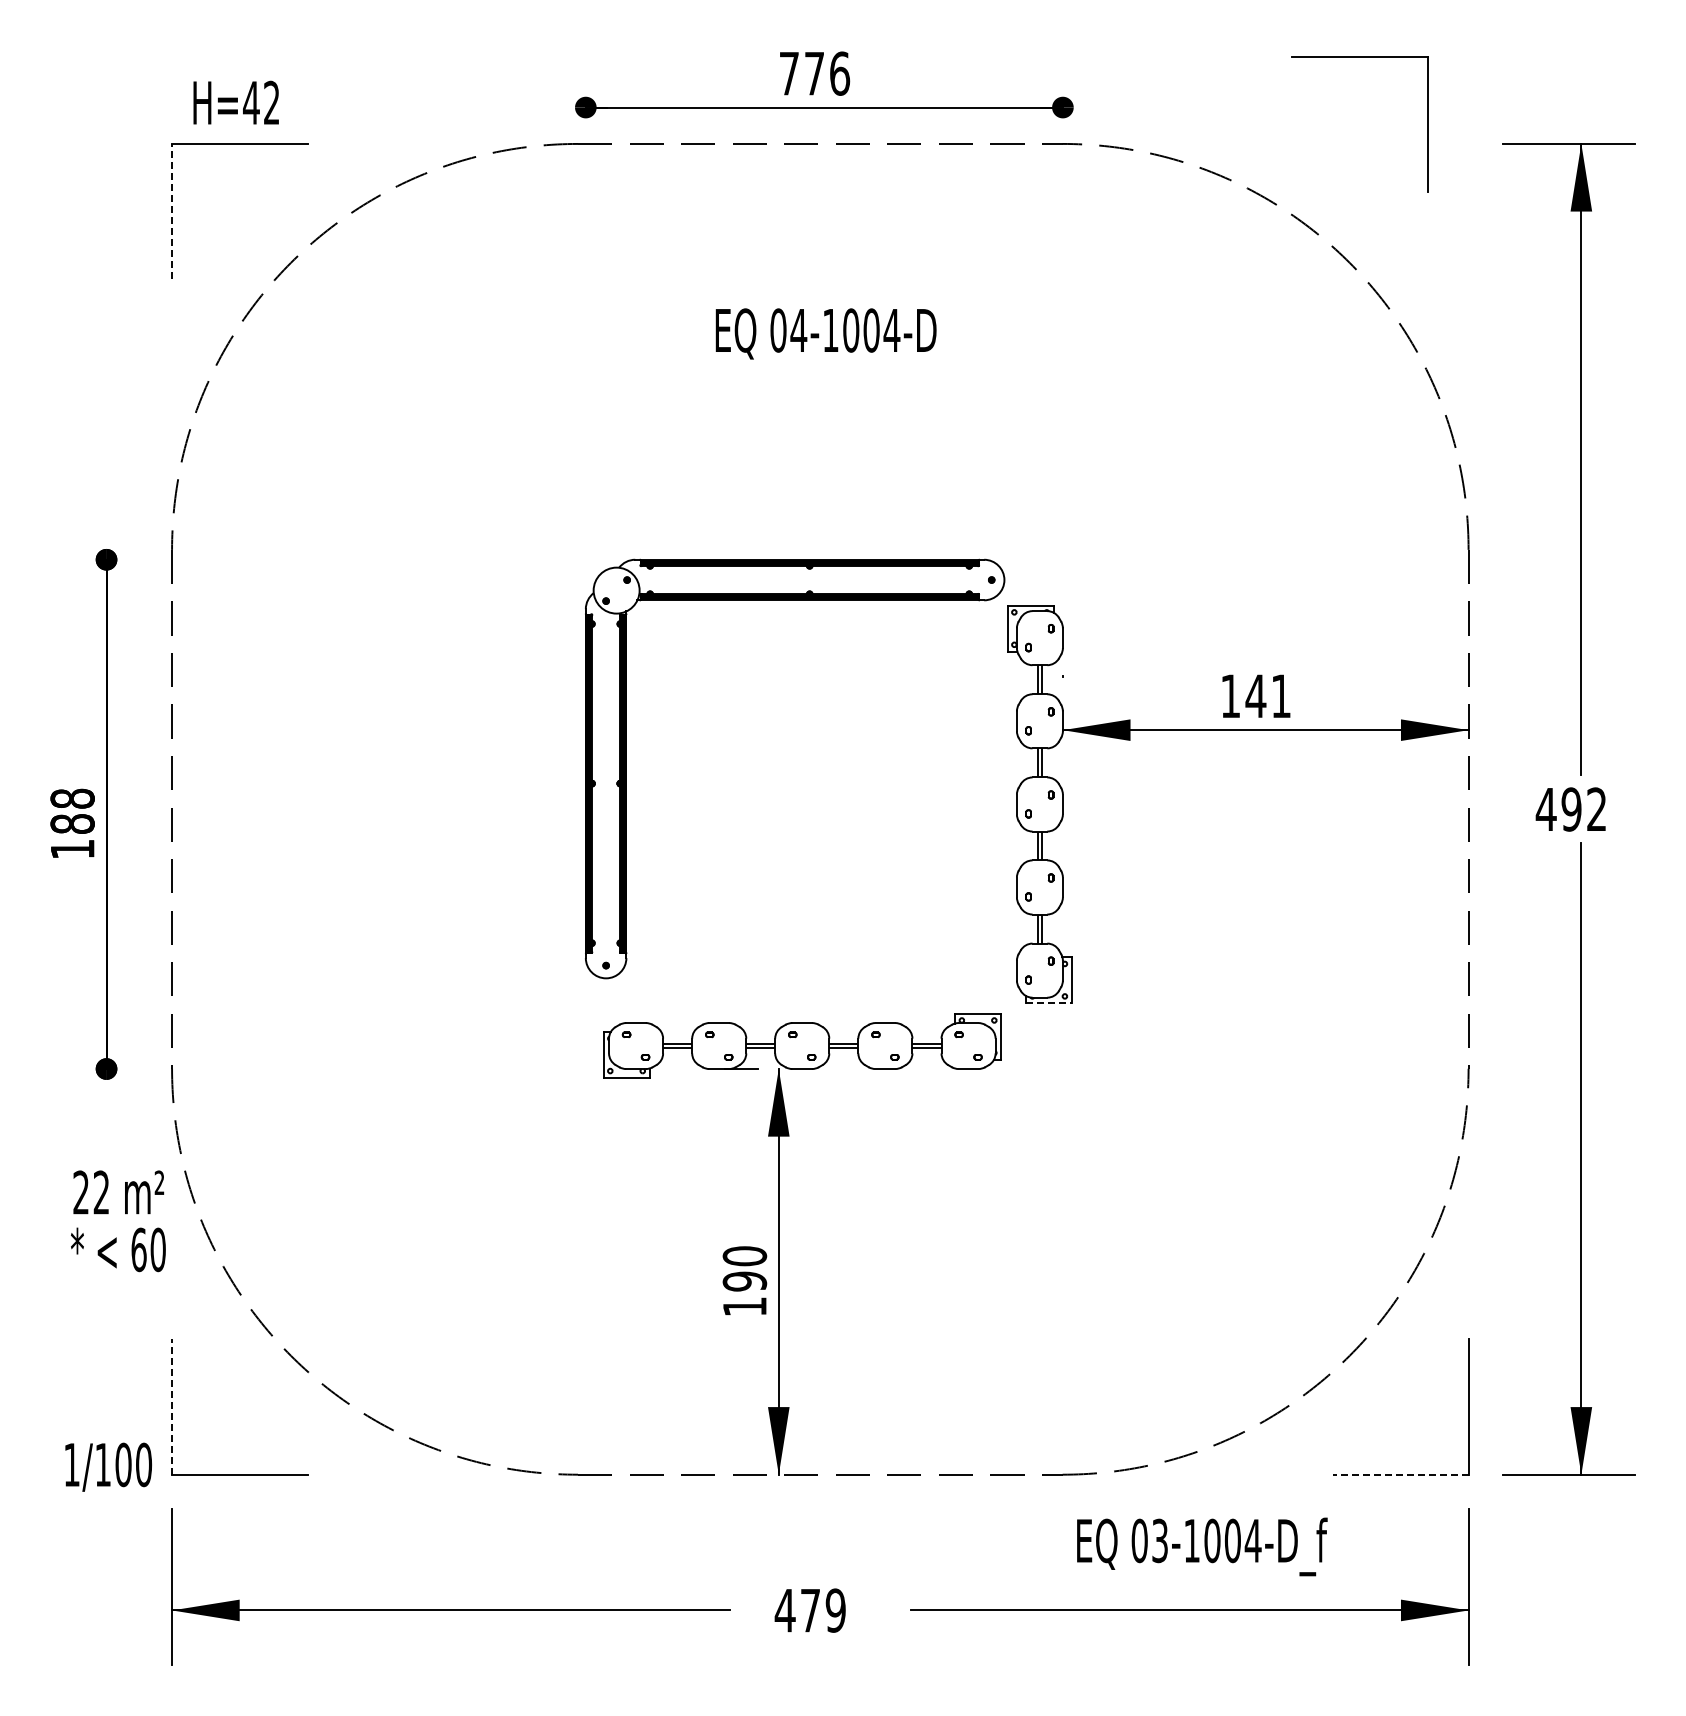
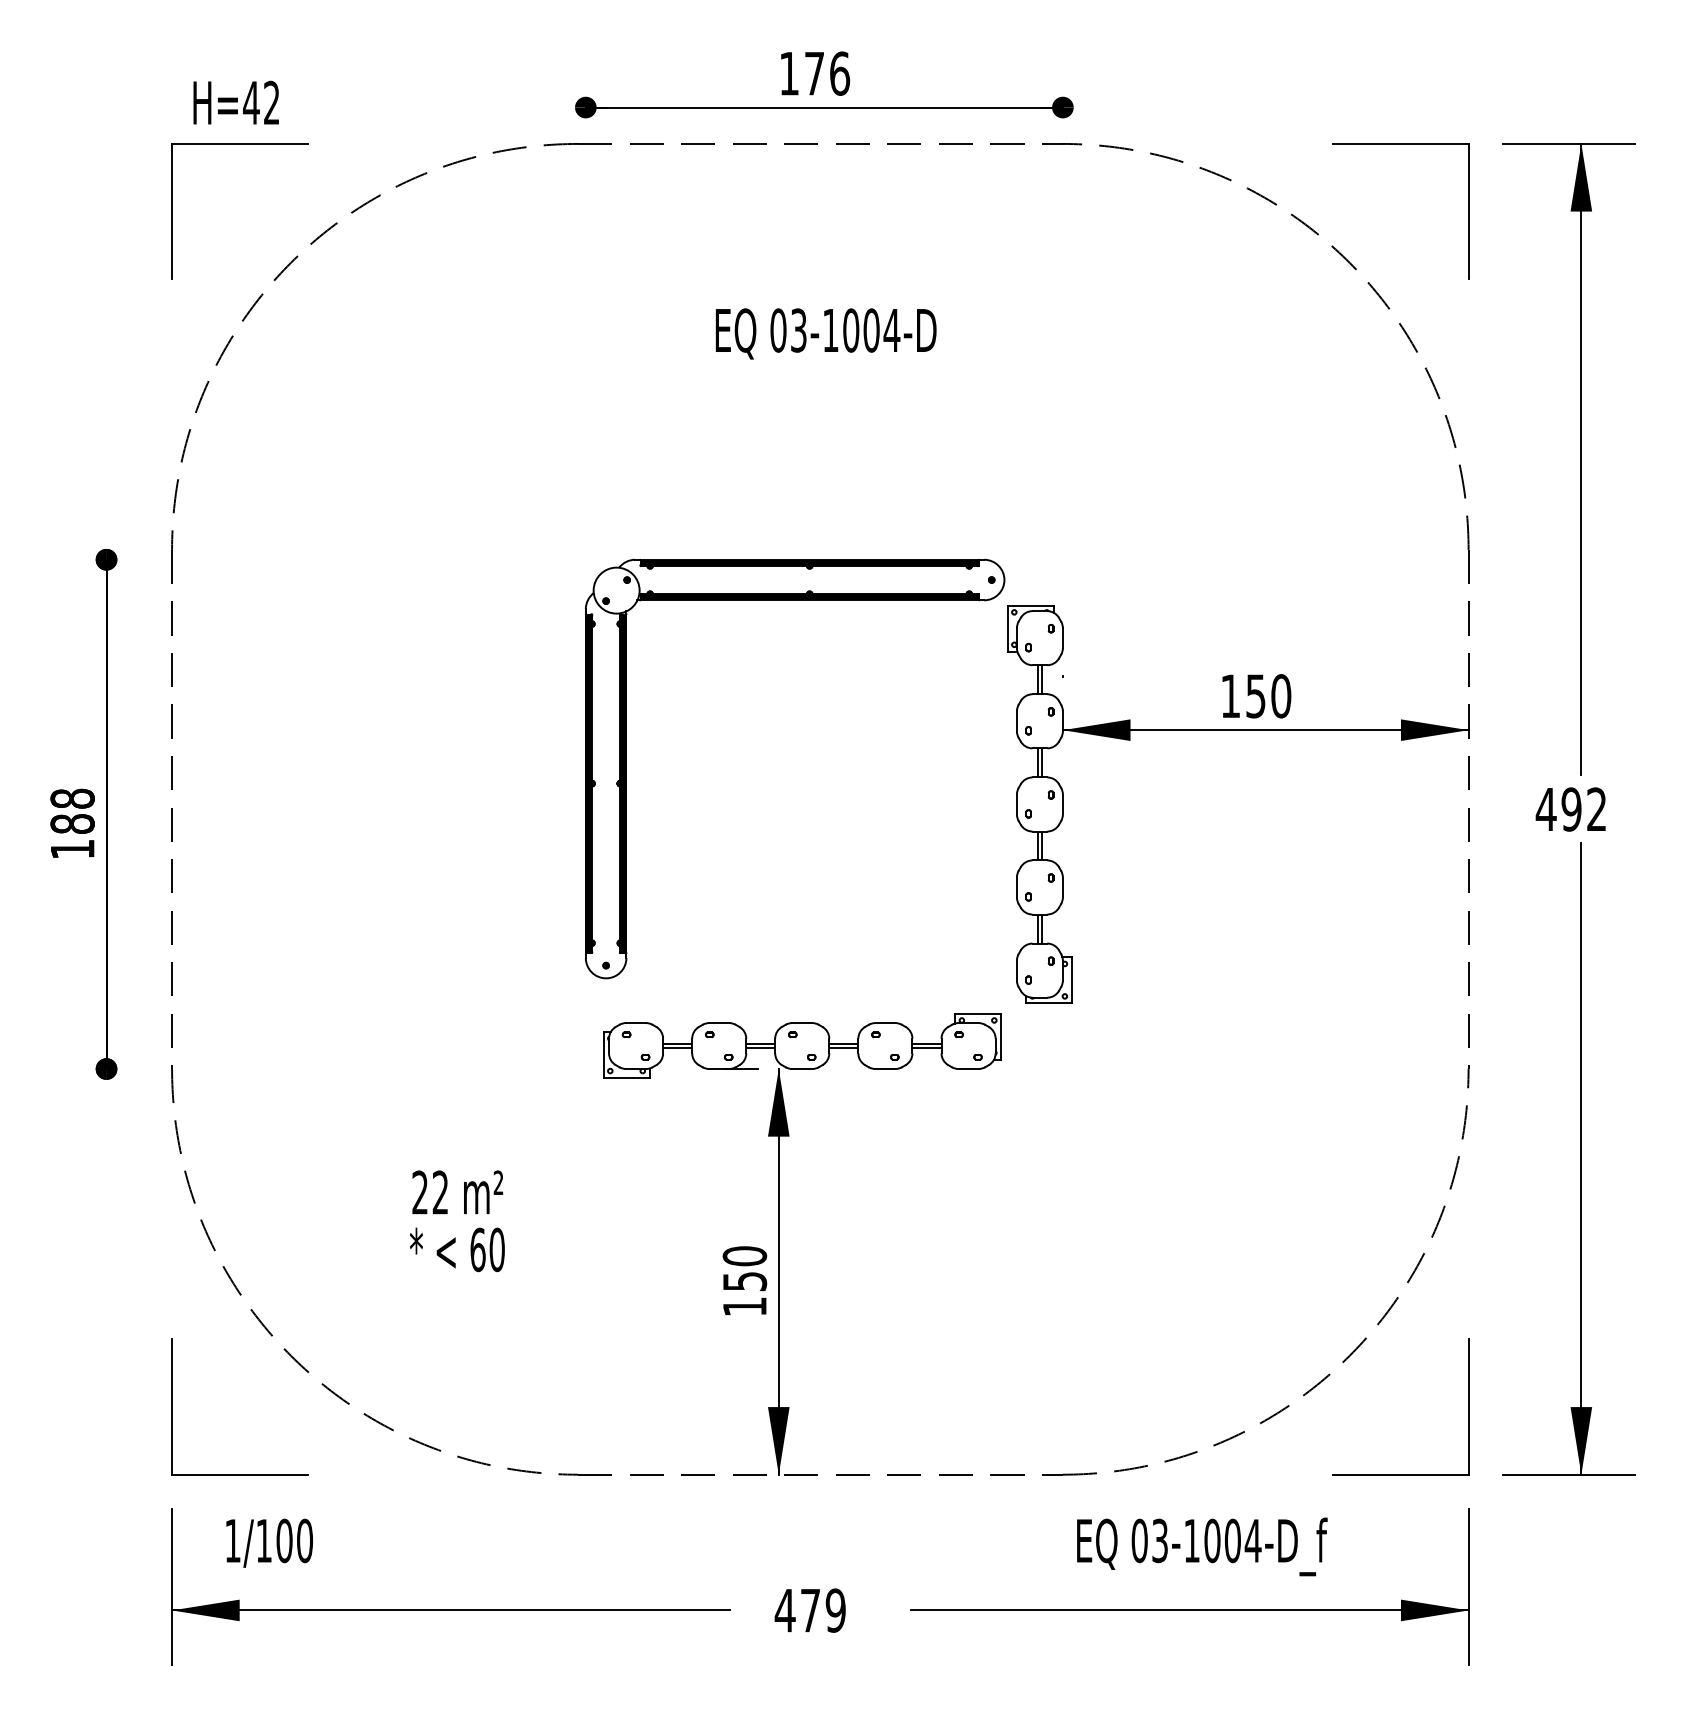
part at (1359, 57) position: (1359, 57) -> (1400, 144)
text at (789, 73): 776 -> 176
line at (172, 211): dashed -> solid
text at (798, 330): 04-1004-D -> 03-1004-D
text at (1268, 696): 141 -> 150
line at (1048, 1003): dashed -> solid
text at (118, 1221) position: (118, 1221) -> (457, 1221)
text at (744, 1281): 190 -> 150
line at (172, 1406): dashed -> solid
text at (108, 1466) position: (108, 1466) -> (269, 1542)
line at (1400, 1474): dashed -> solid
